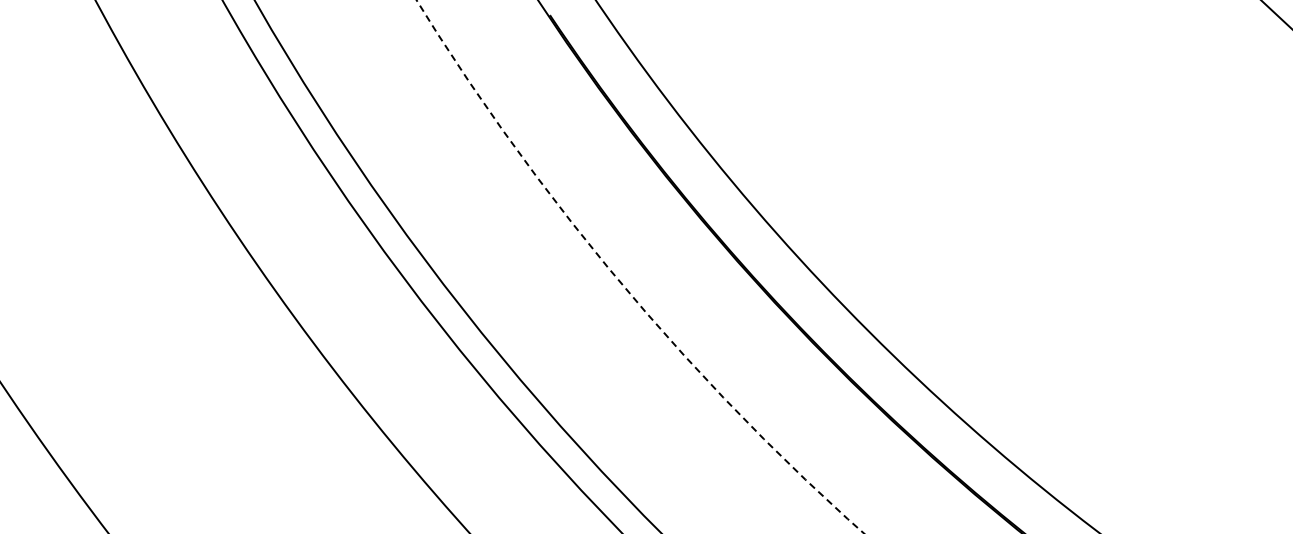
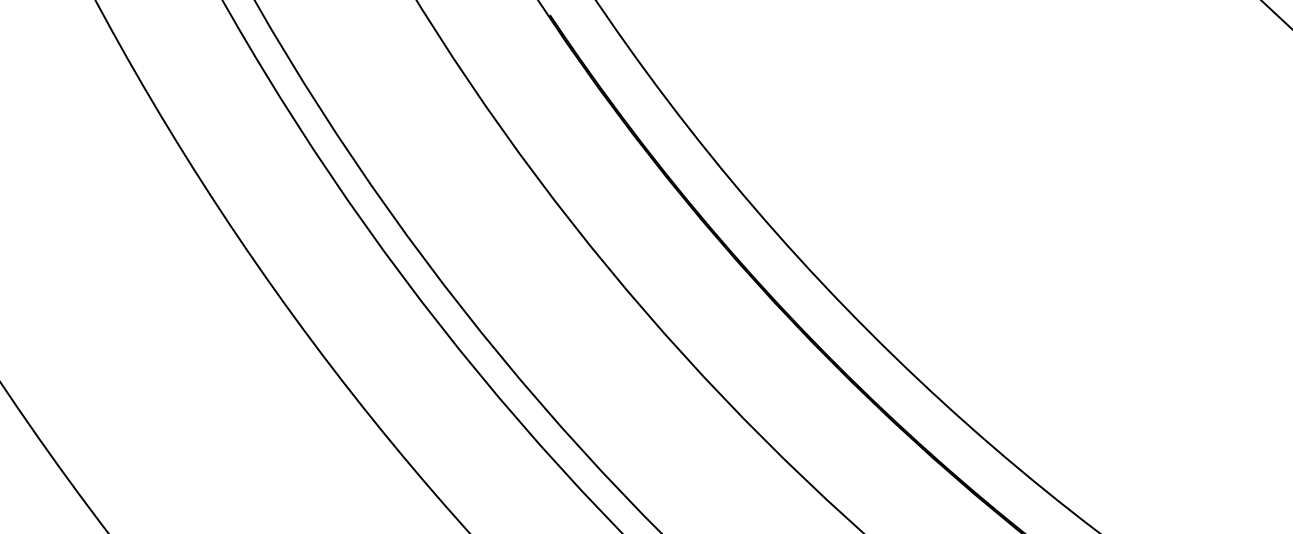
circle at (640, 266): dashed -> solid
